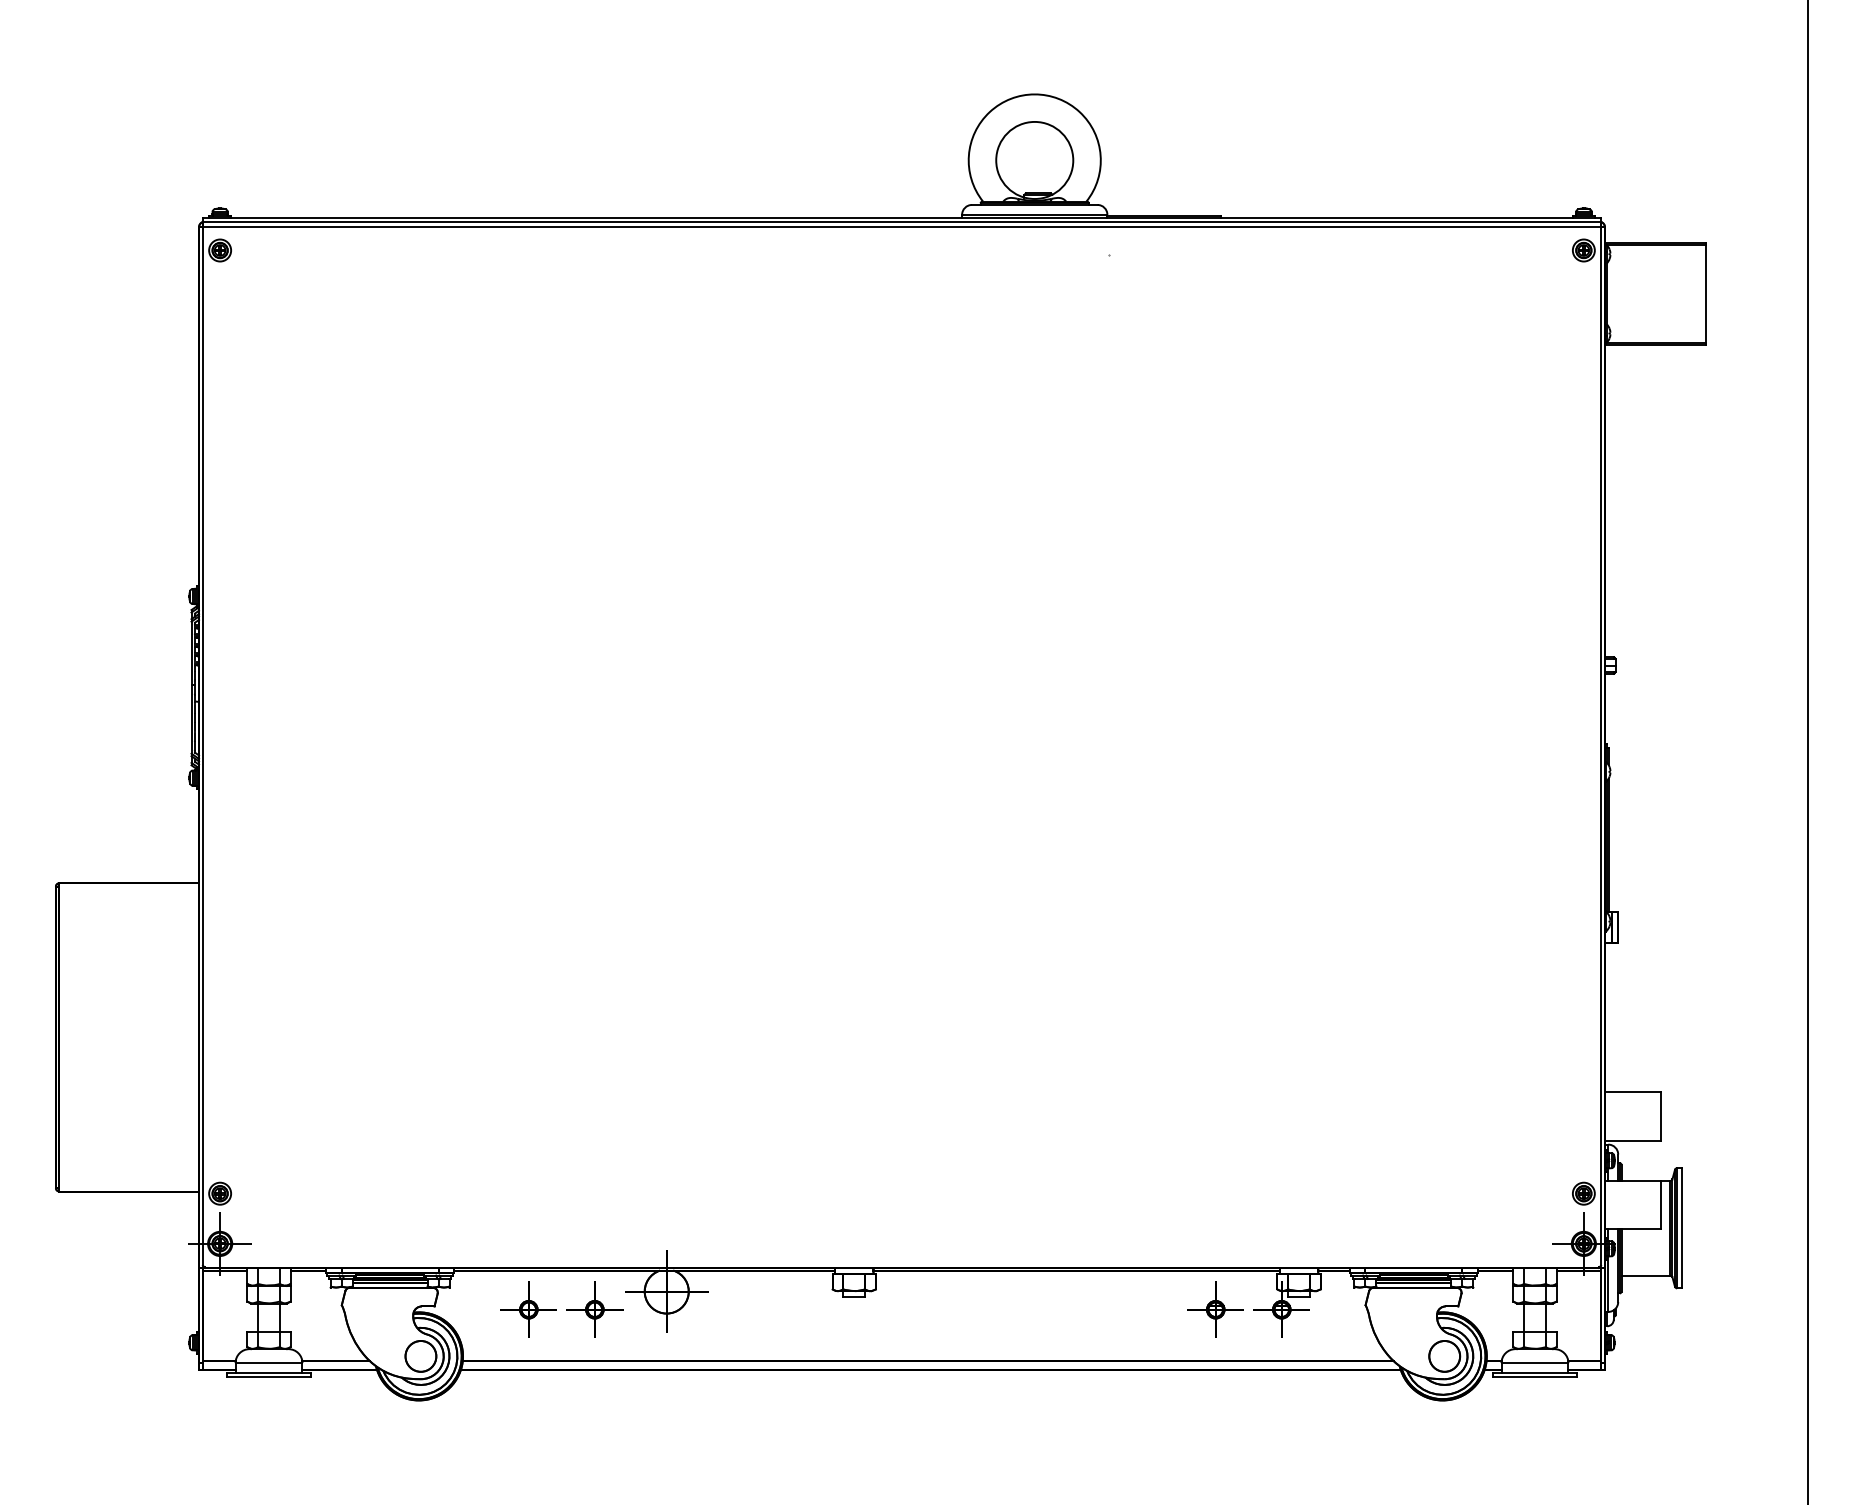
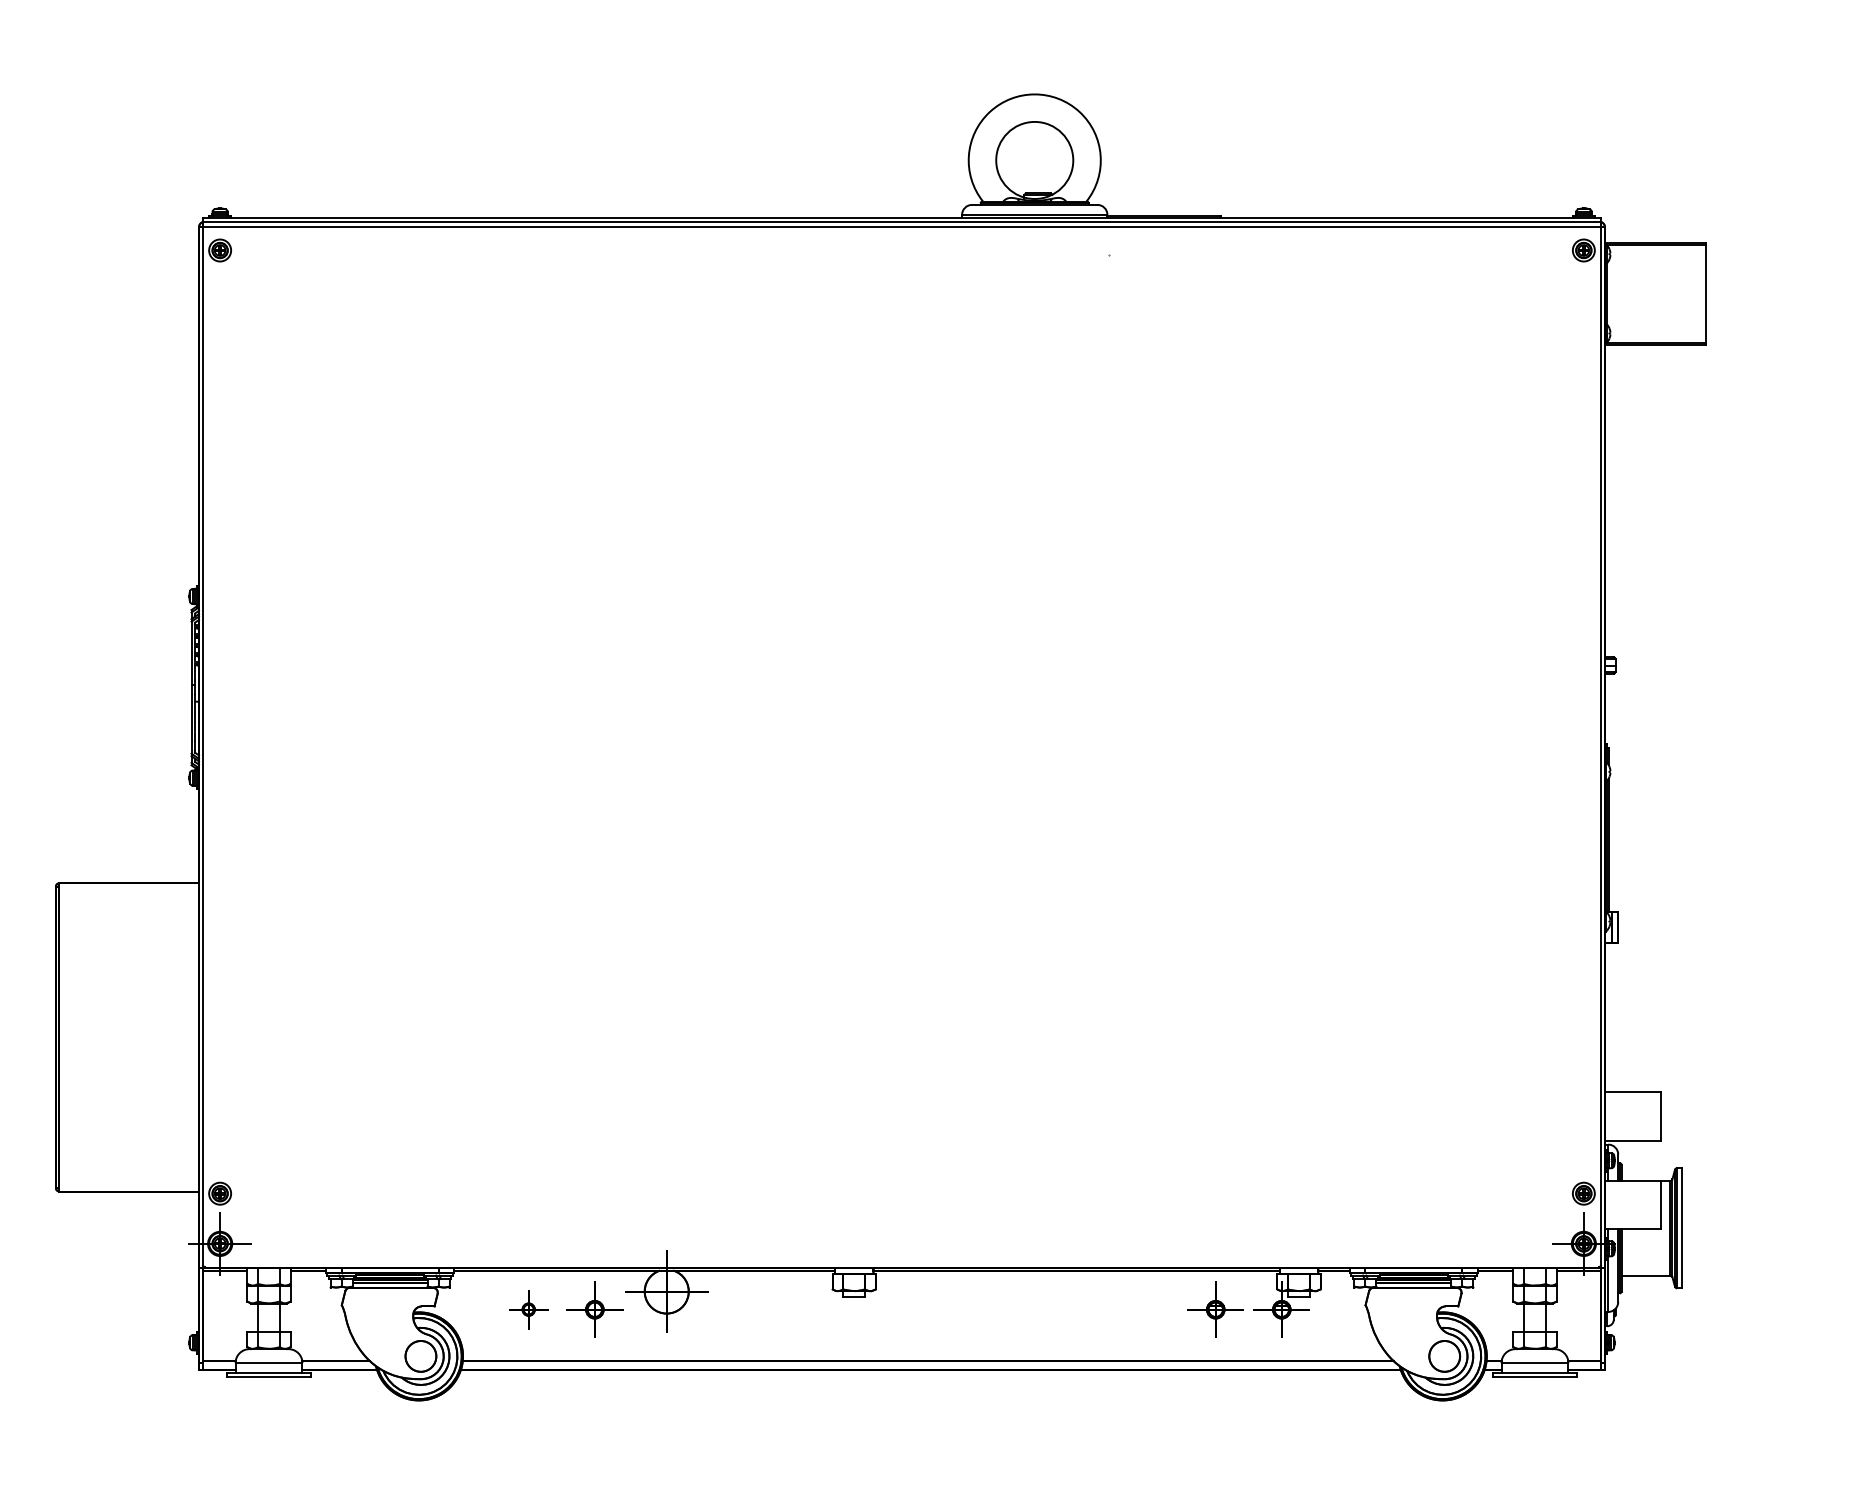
line at (1808, 751): present -> none
part at (528, 1309) size: 57x57 px -> 40x40 px
